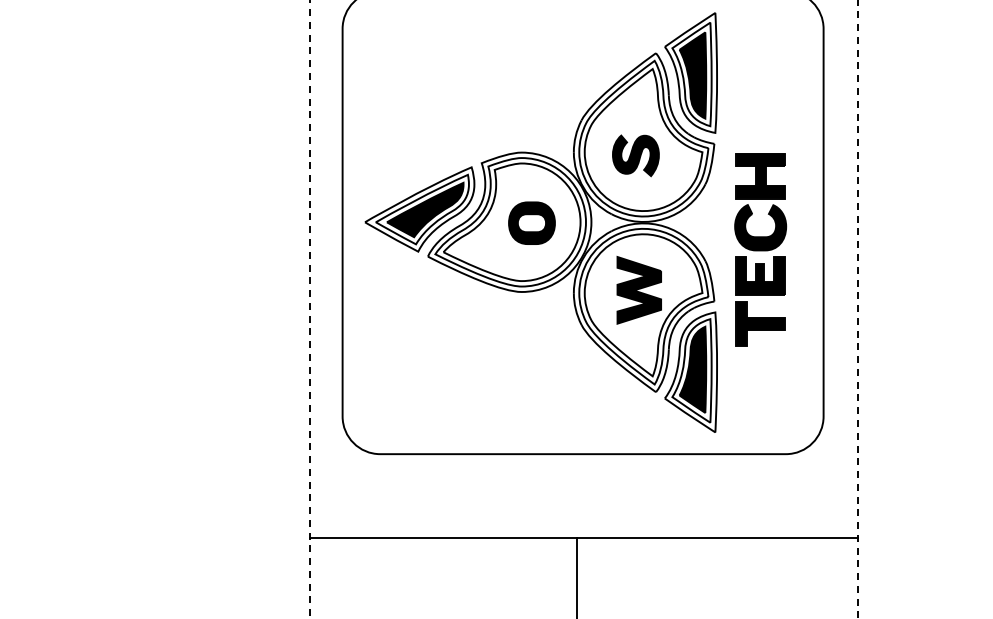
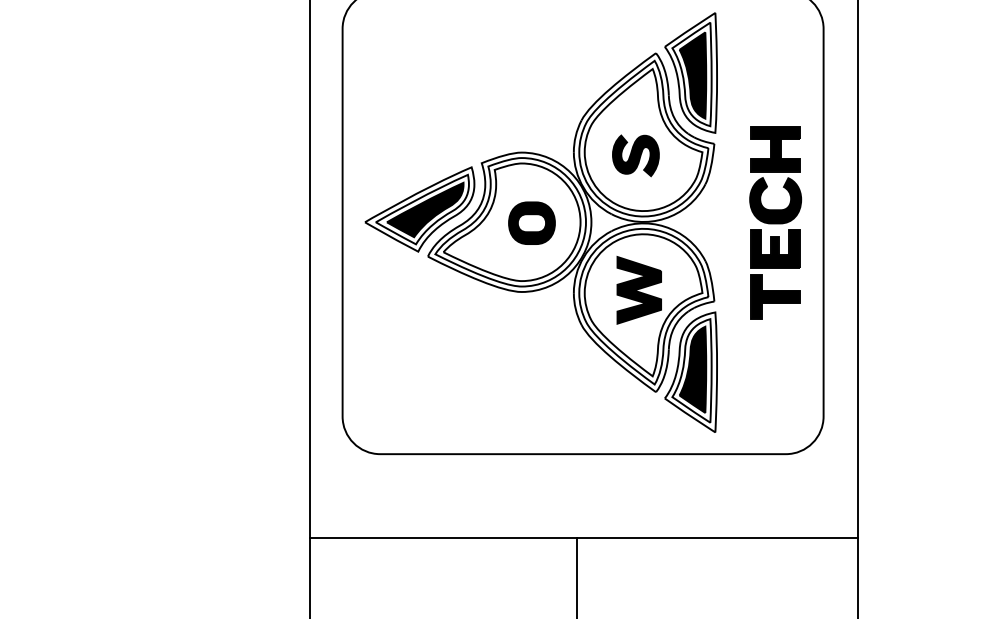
part at (760, 249) position: (760, 249) -> (775, 222)
line at (310, 309): dashed -> solid
line at (858, 309): dashed -> solid
